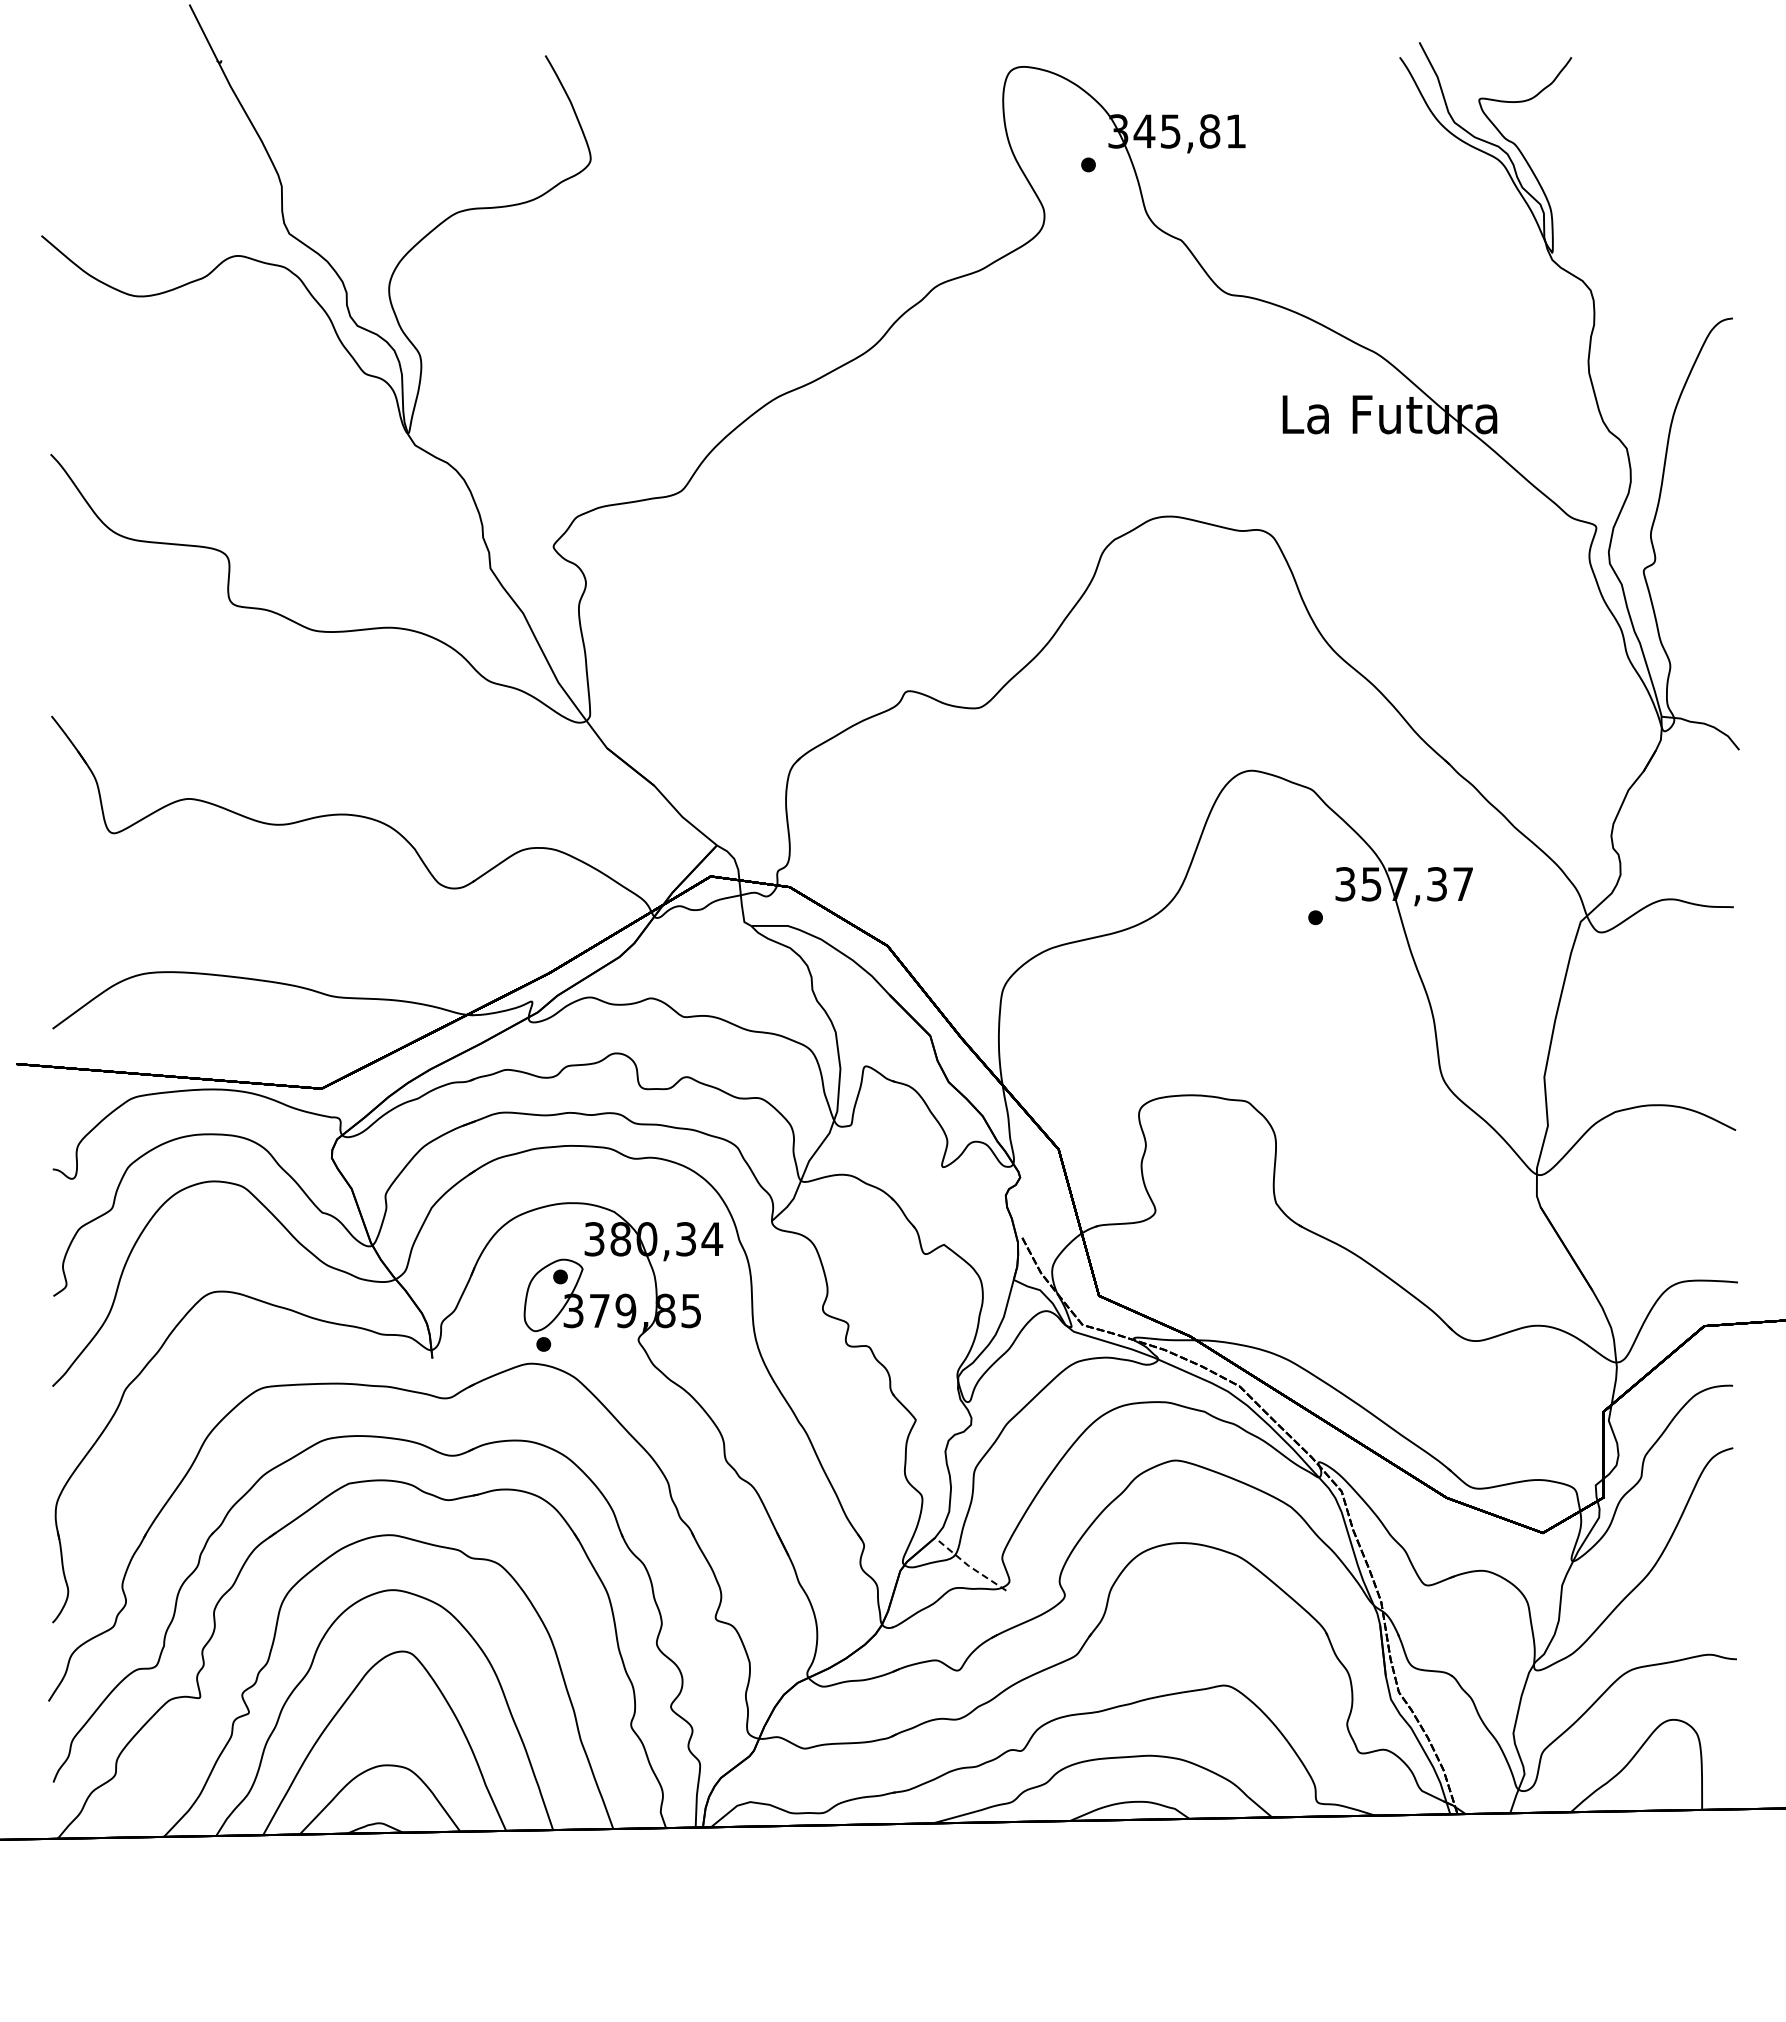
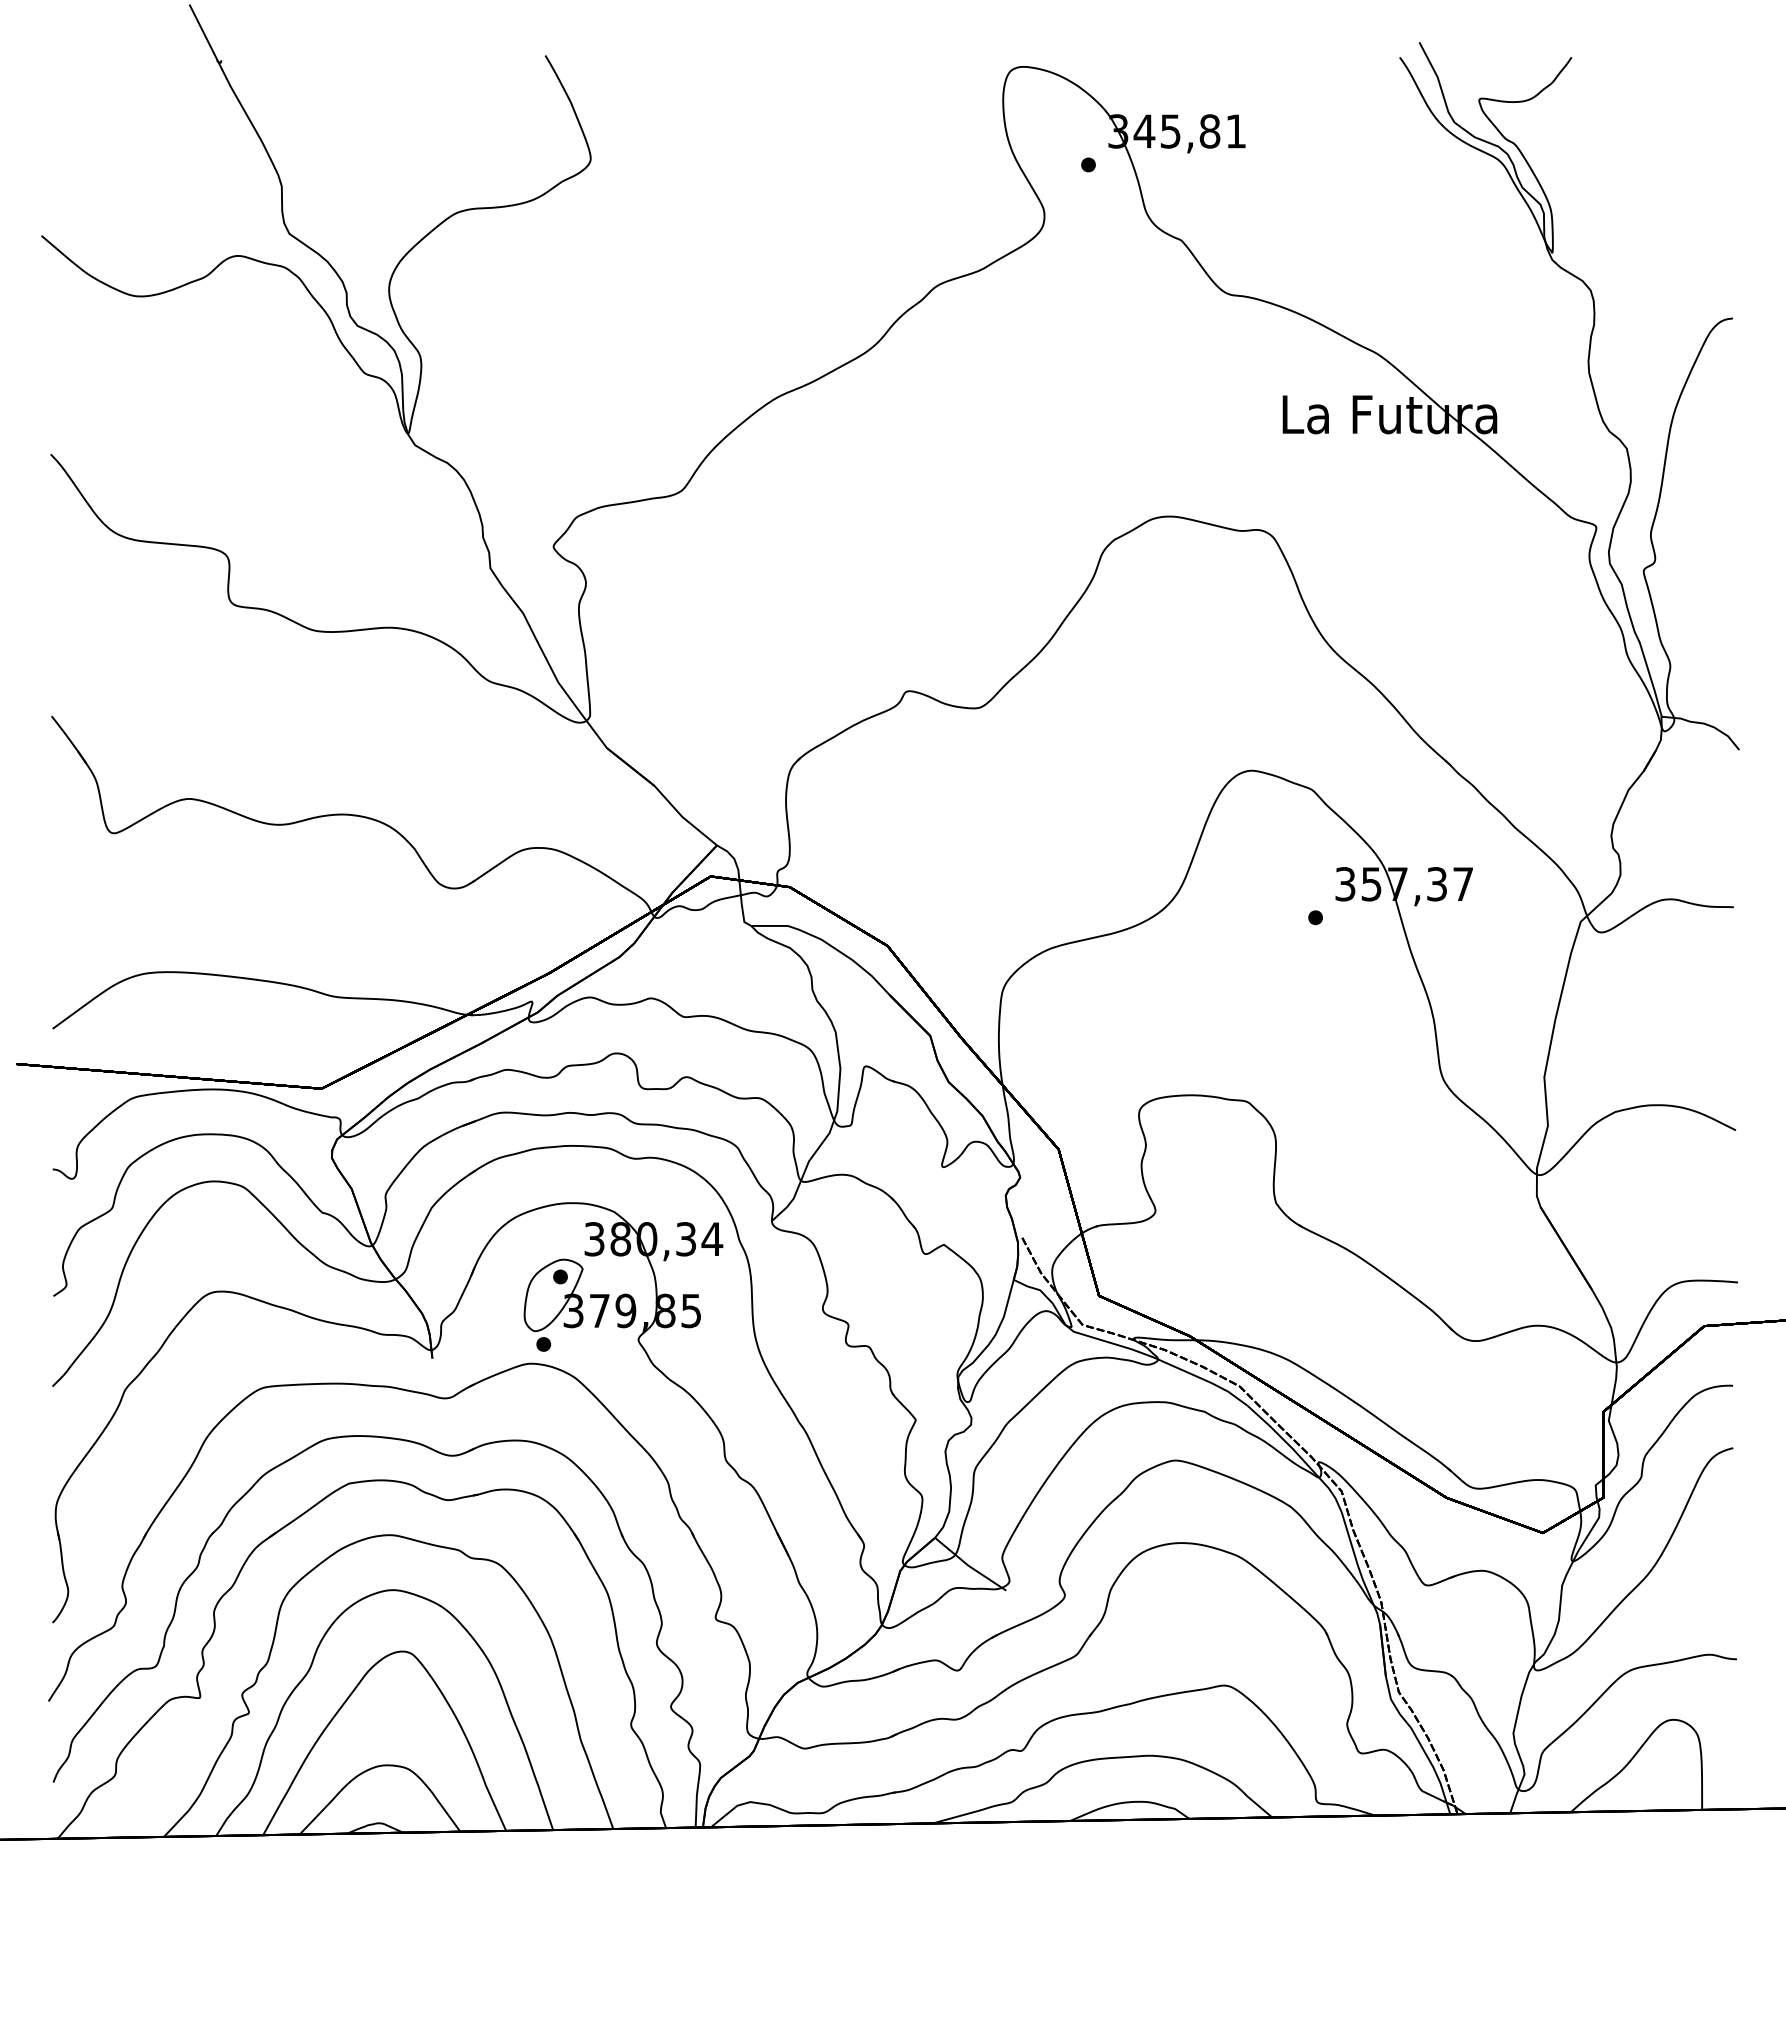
line at (968, 1565): dashed -> solid
